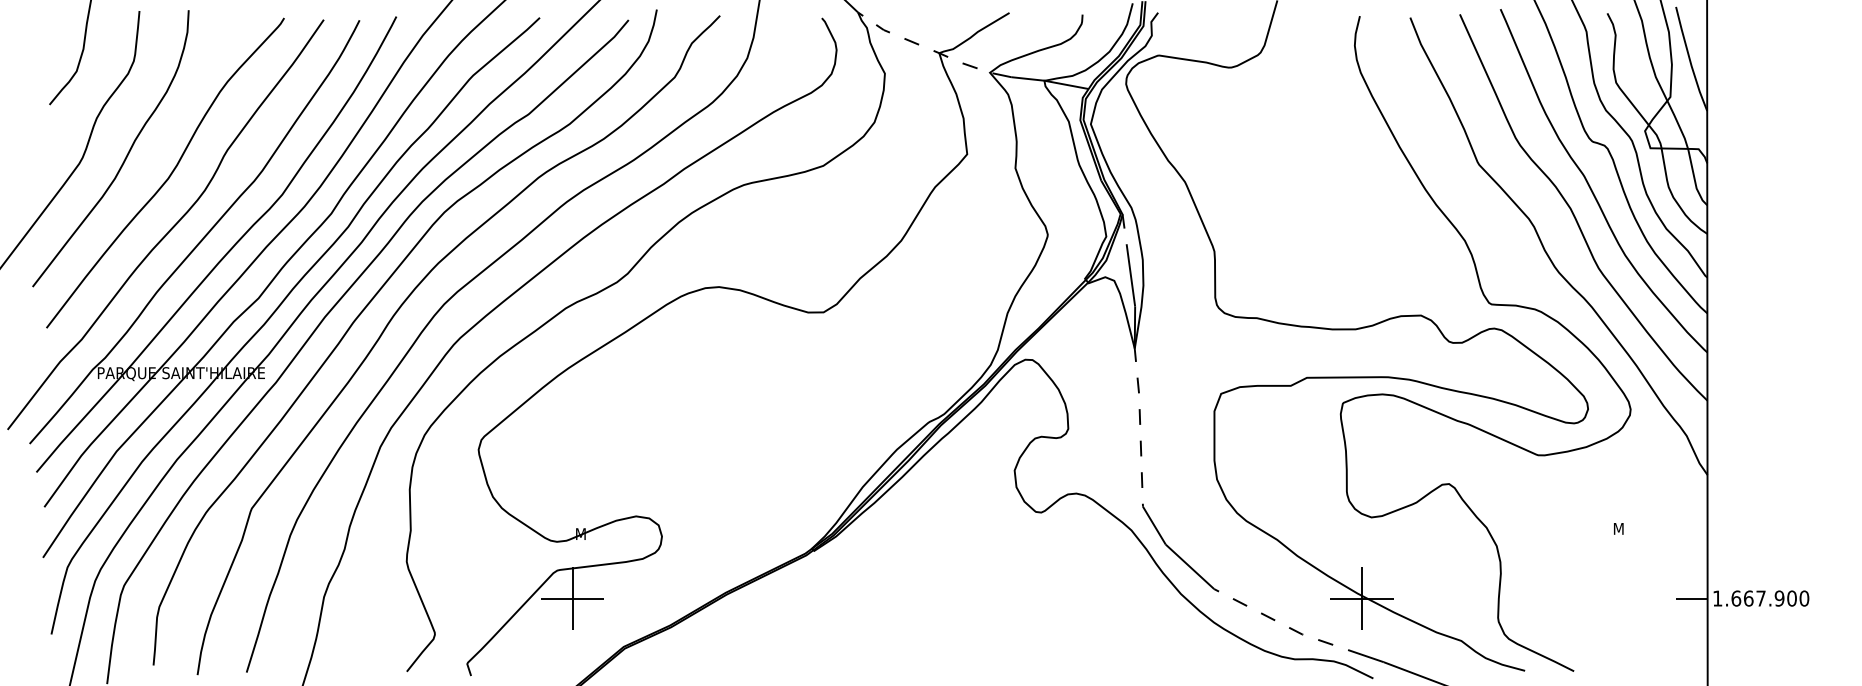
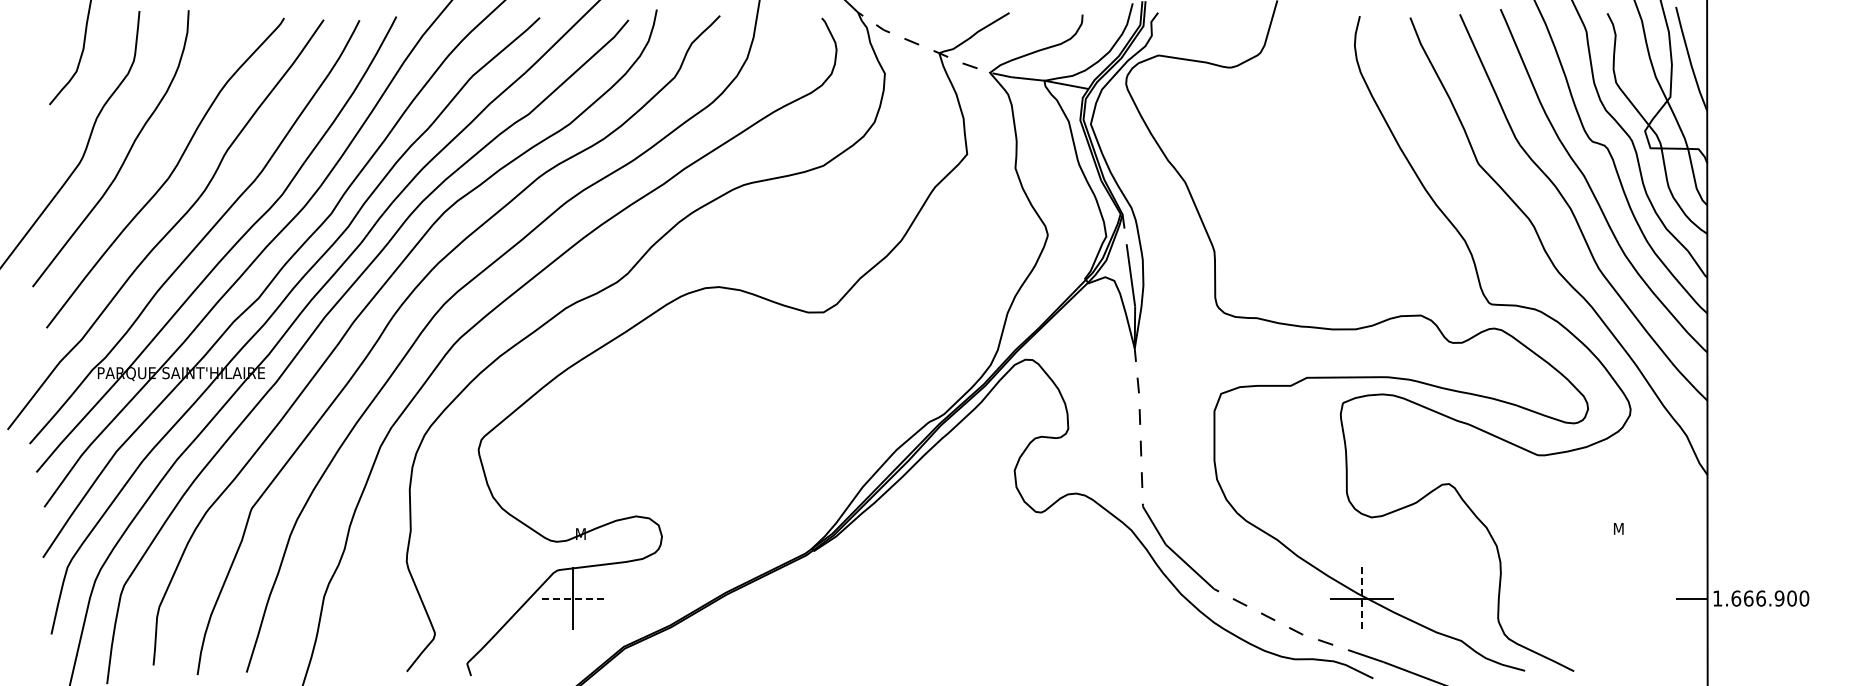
line at (572, 598): solid -> dashed
line at (1361, 598): solid -> dashed
text at (1760, 598): 1.667.900 -> 1.666.900
